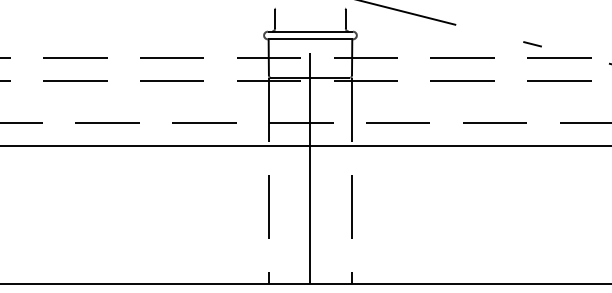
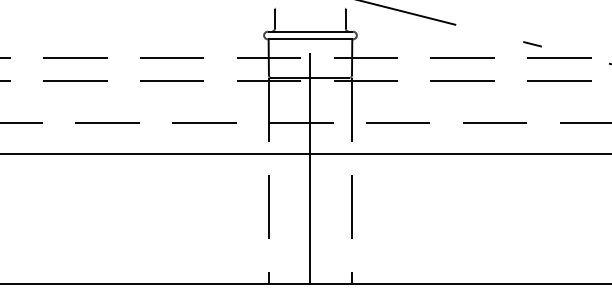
line at (305, 145) position: (305, 145) -> (305, 153)
